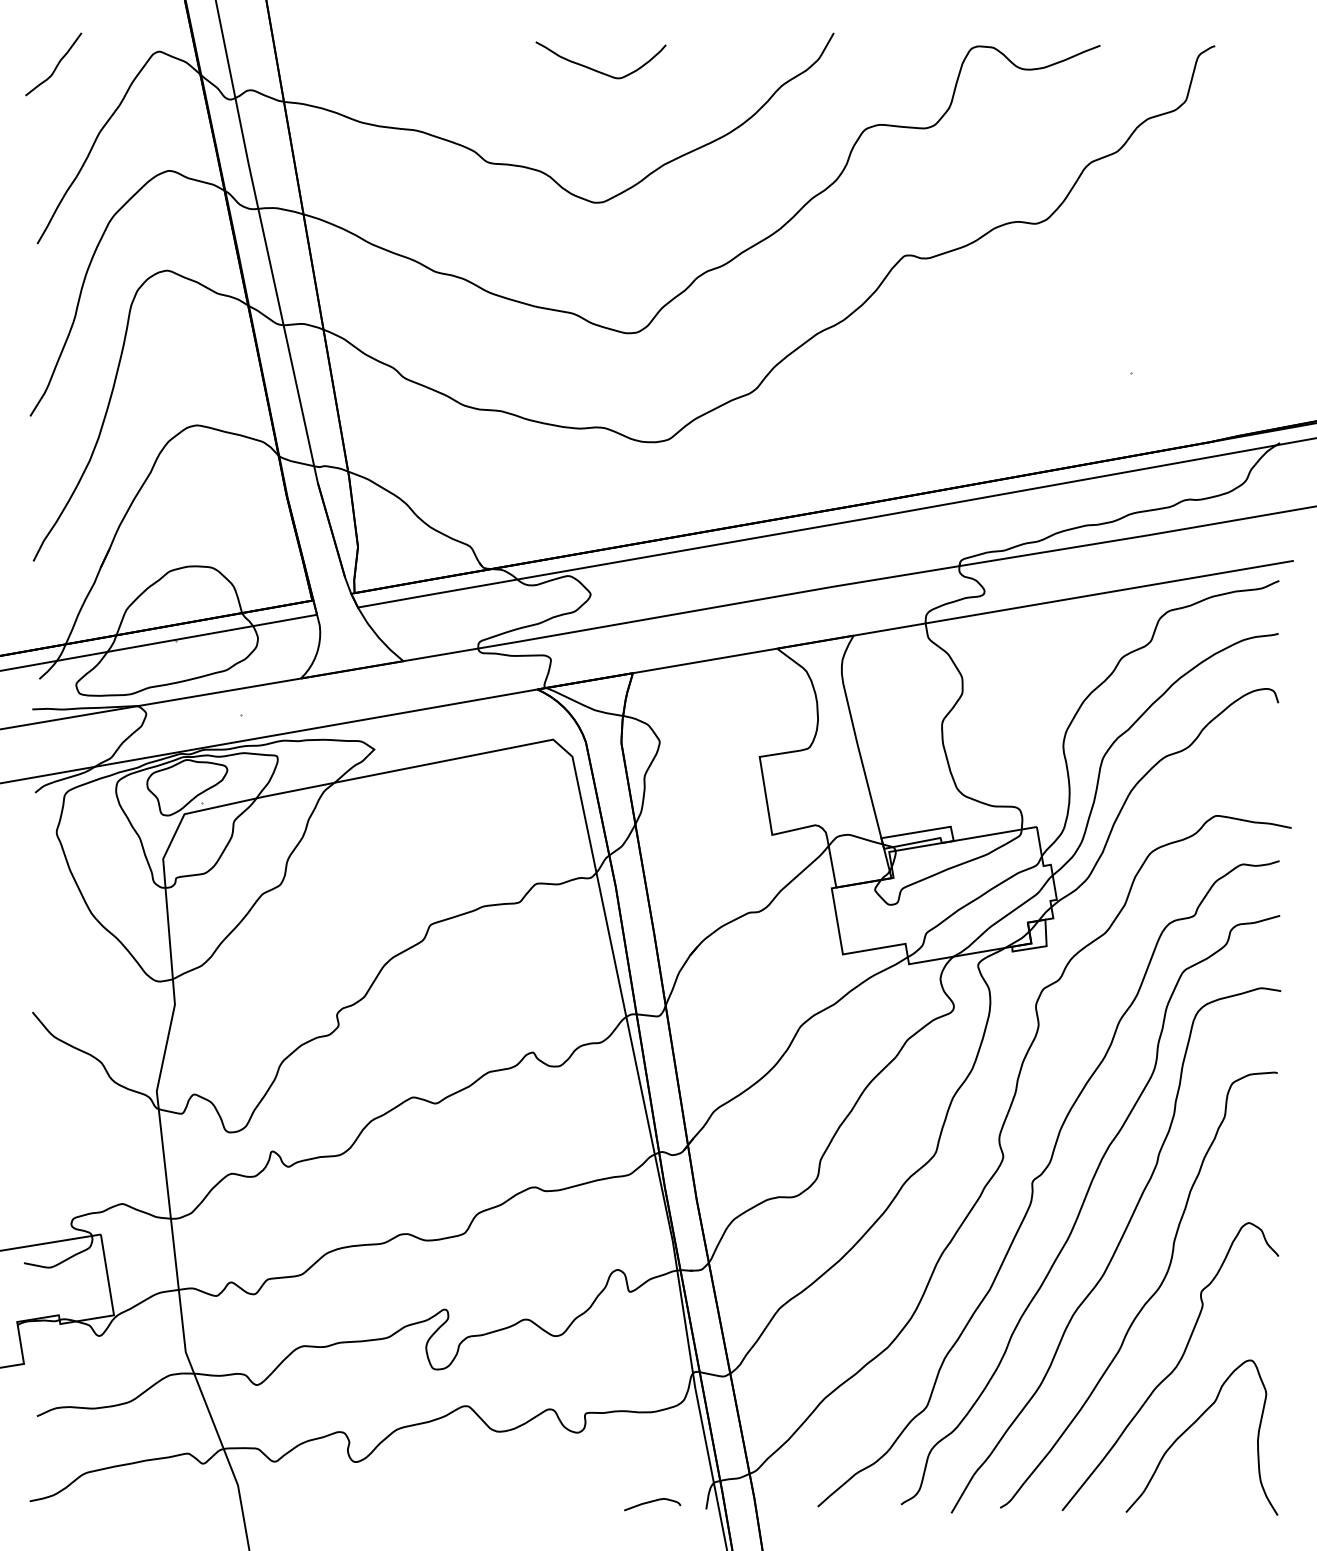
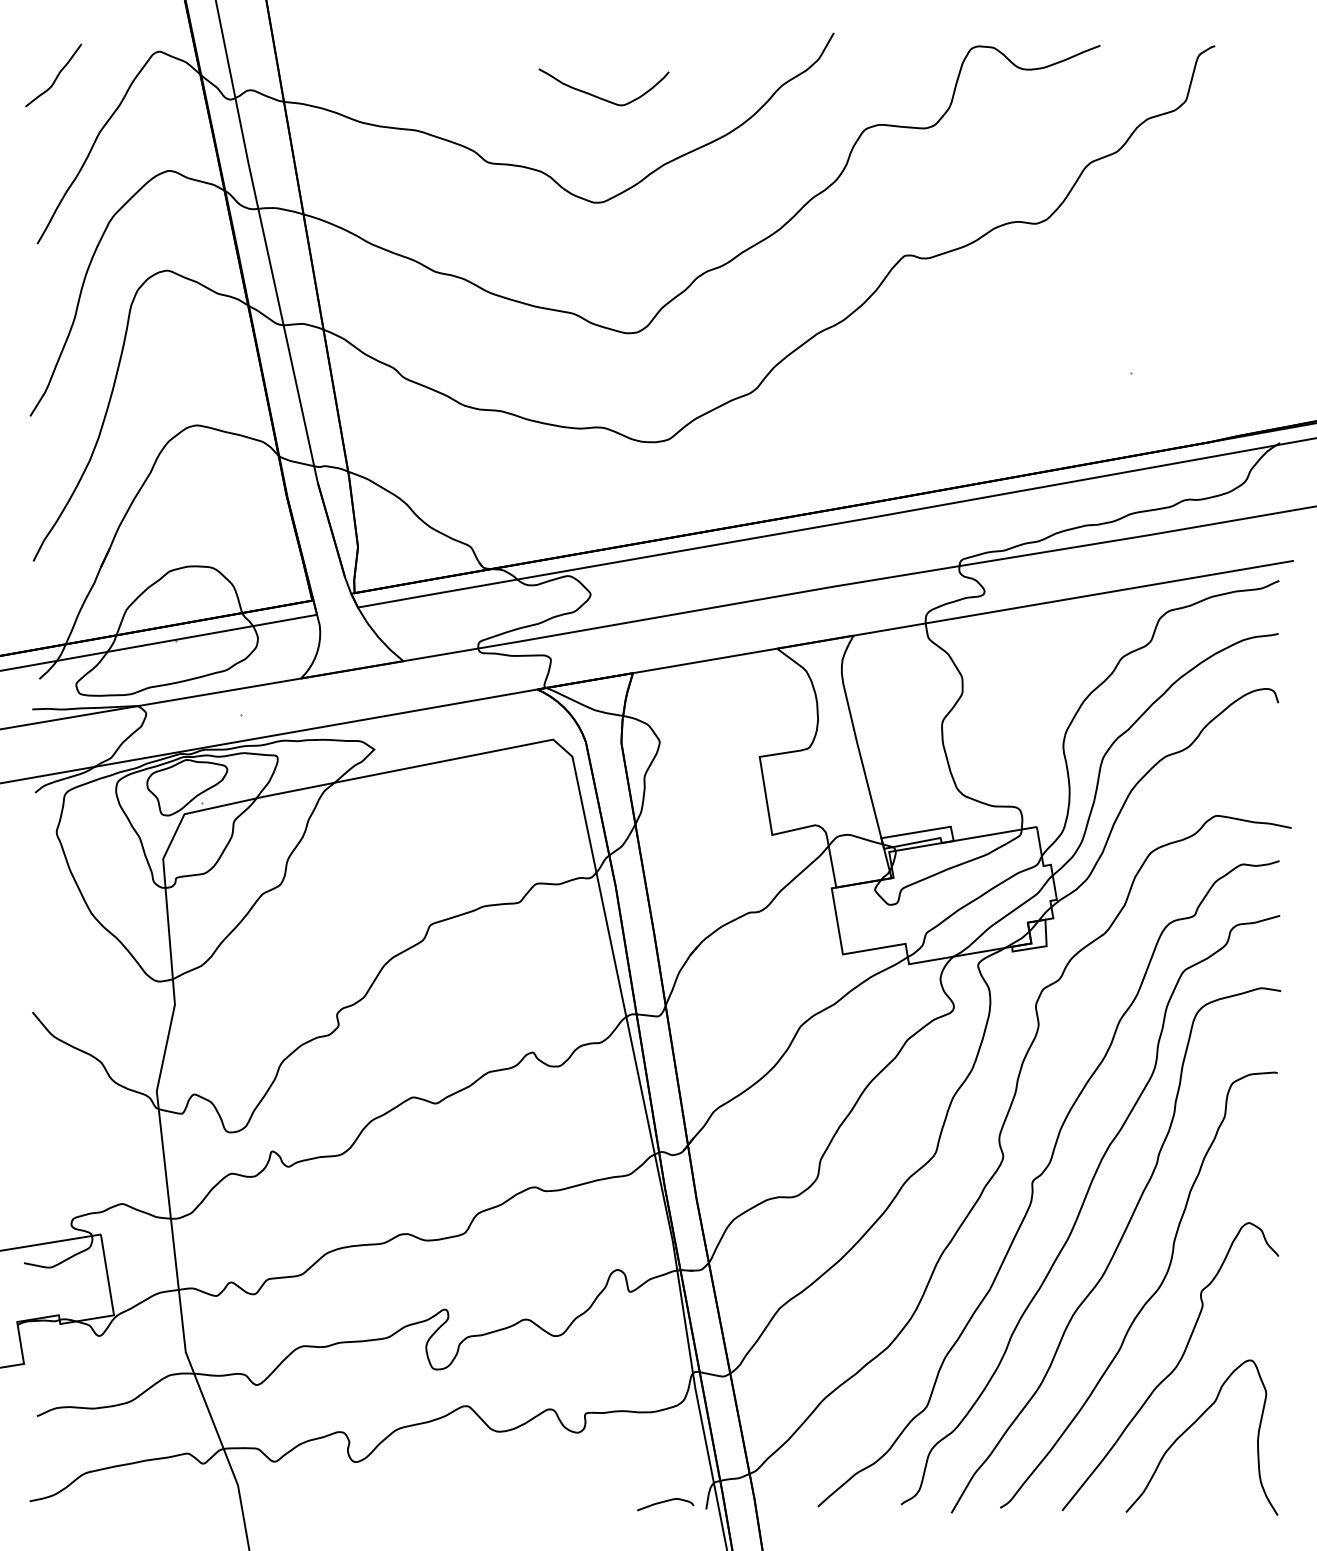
curve at (55, 66) position: (55, 66) -> (55, 77)
curve at (598, 70) position: (598, 70) -> (601, 97)
curve at (652, 1502) position: (652, 1502) -> (665, 1502)
